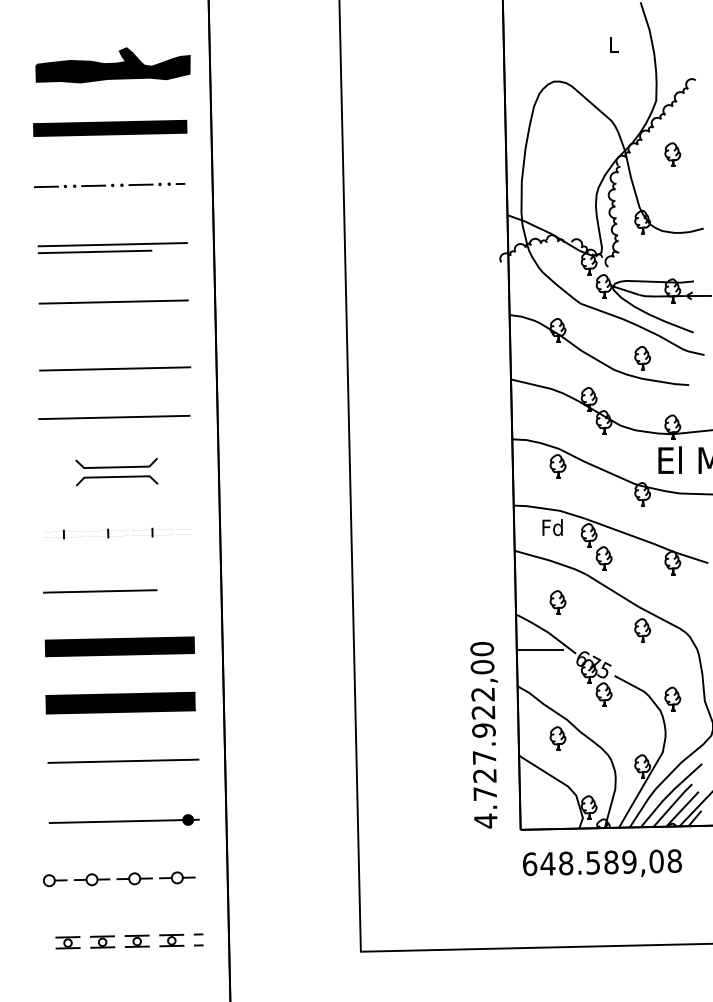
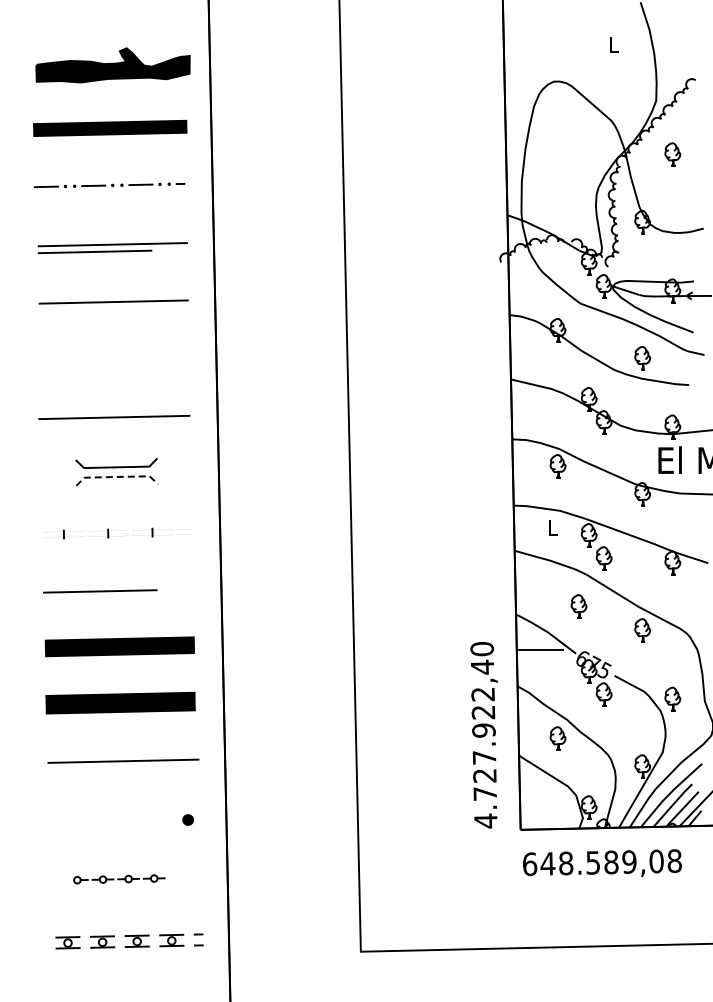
line at (115, 368): present -> none
line at (116, 476): solid -> dashed
text at (552, 527): Fd -> L
part at (557, 602) position: (557, 602) -> (578, 606)
text at (482, 666): 4.727.922,00 -> 4.727.922,40
line at (123, 820): present -> none
part at (119, 879) size: 153x17 px -> 93x11 px
